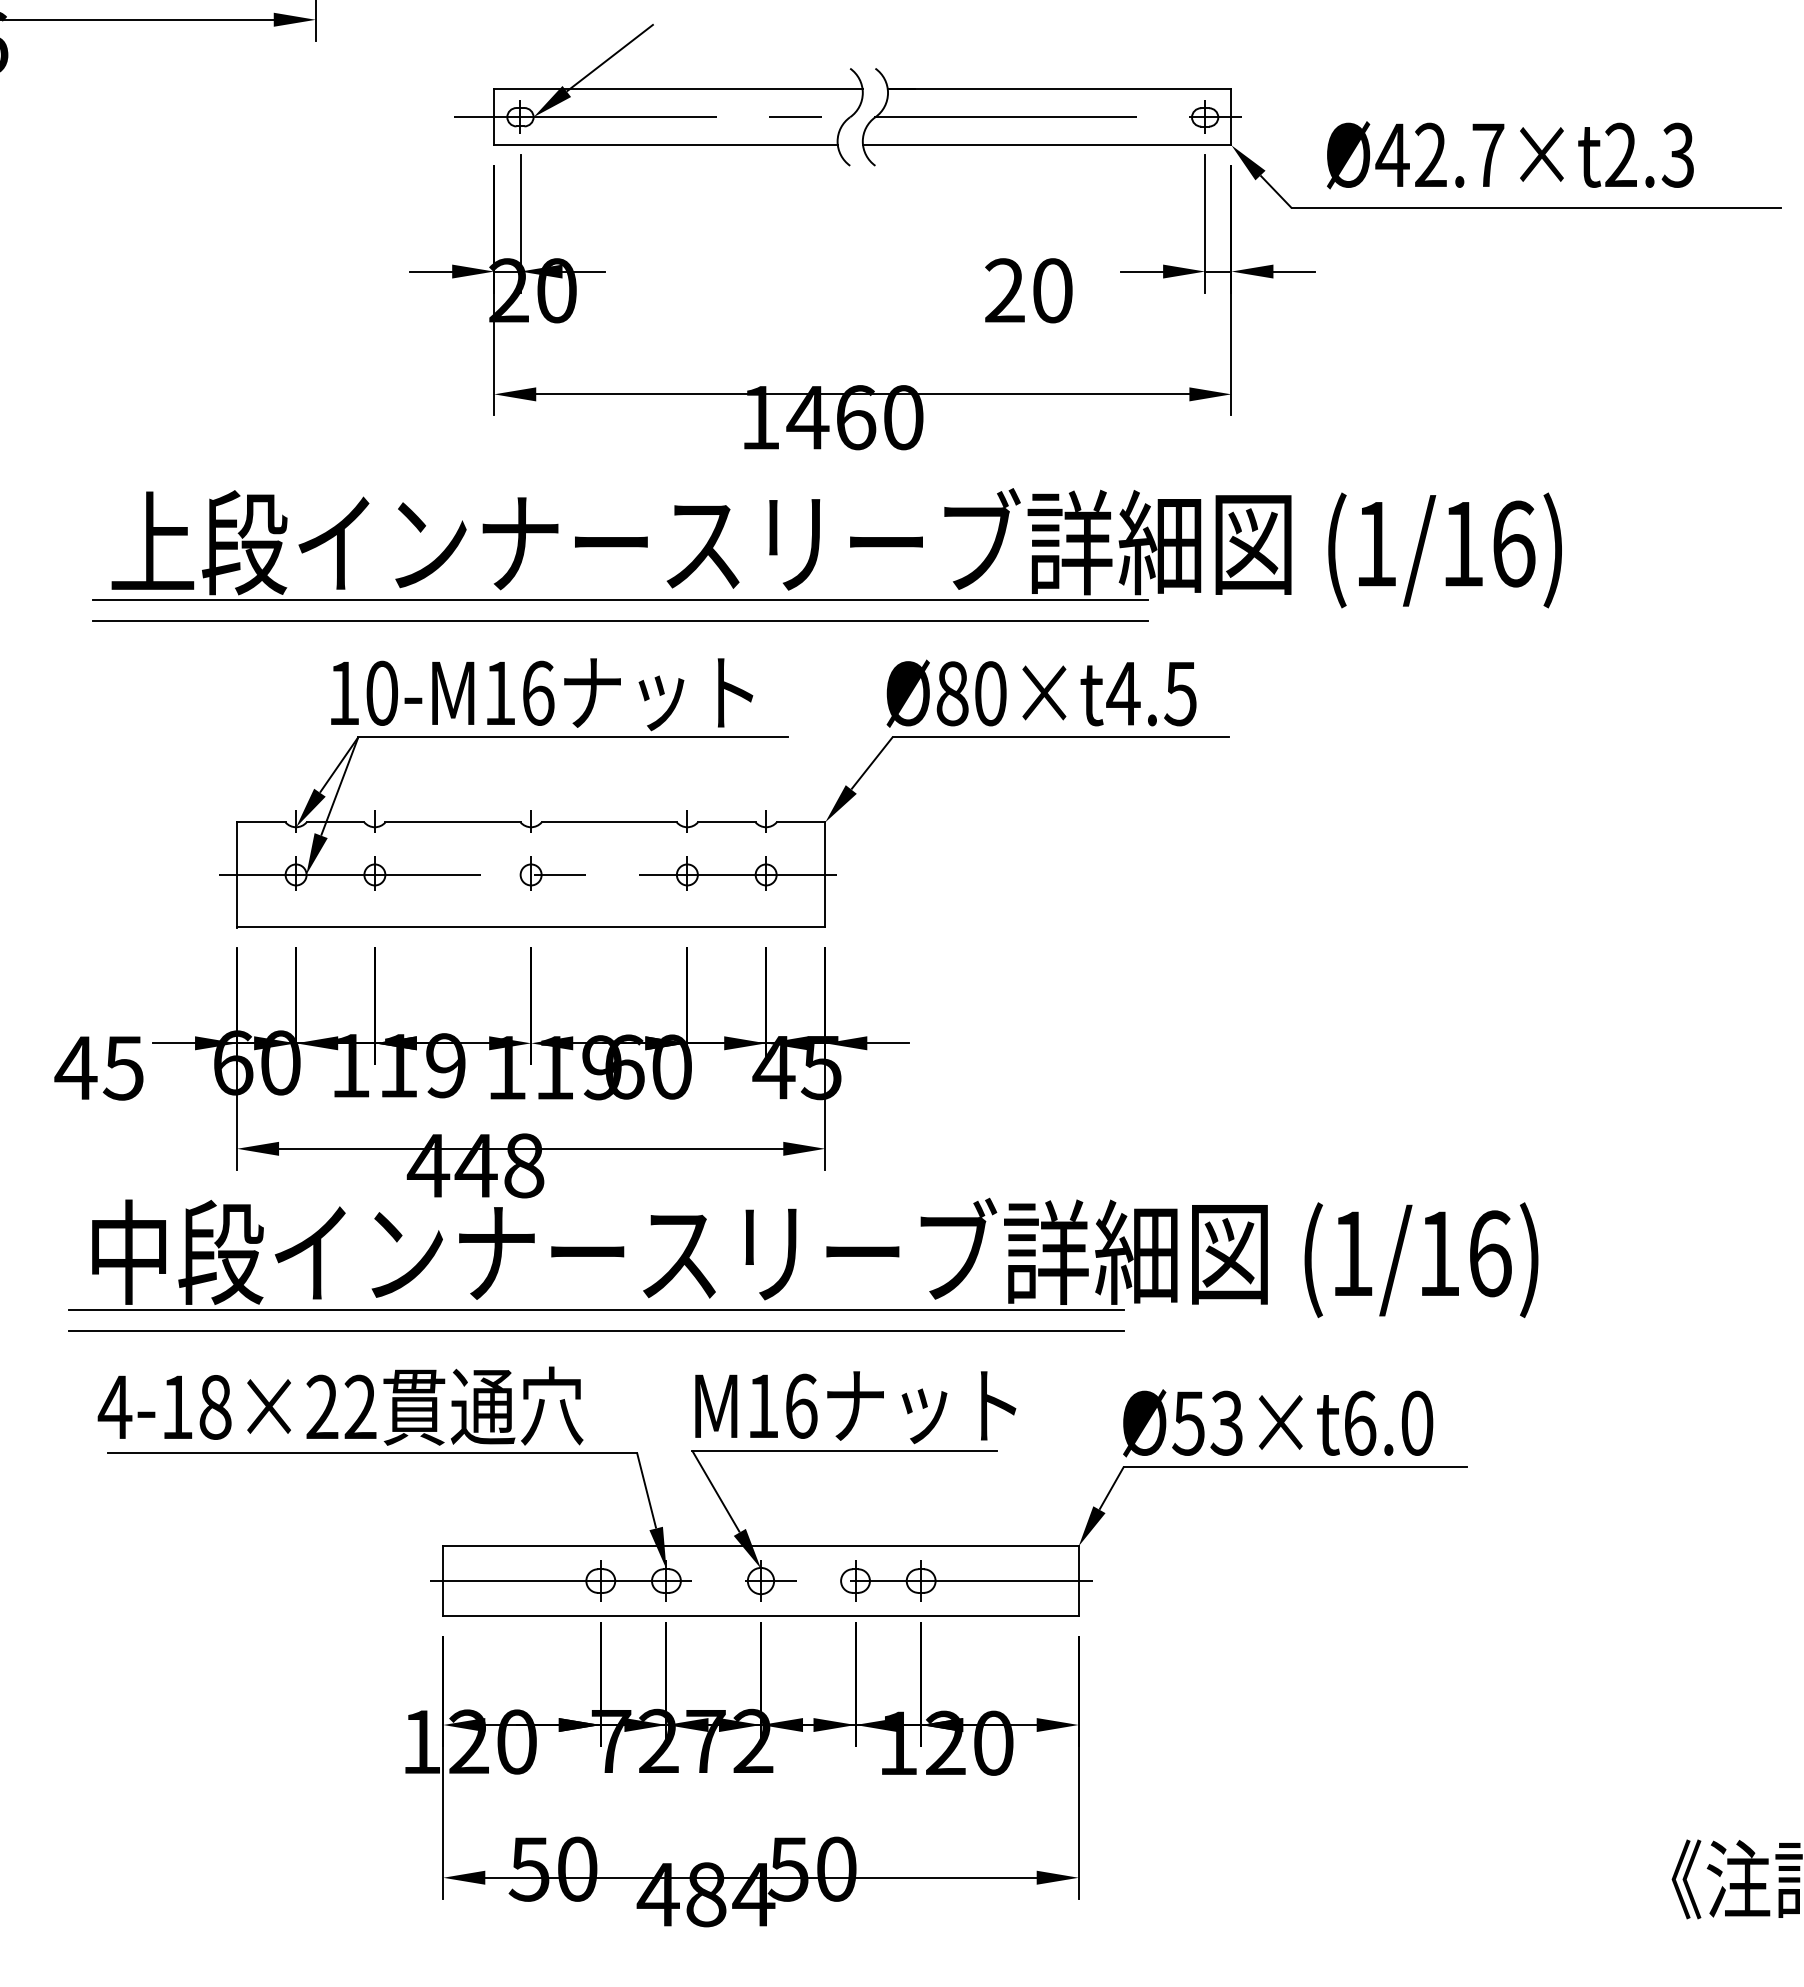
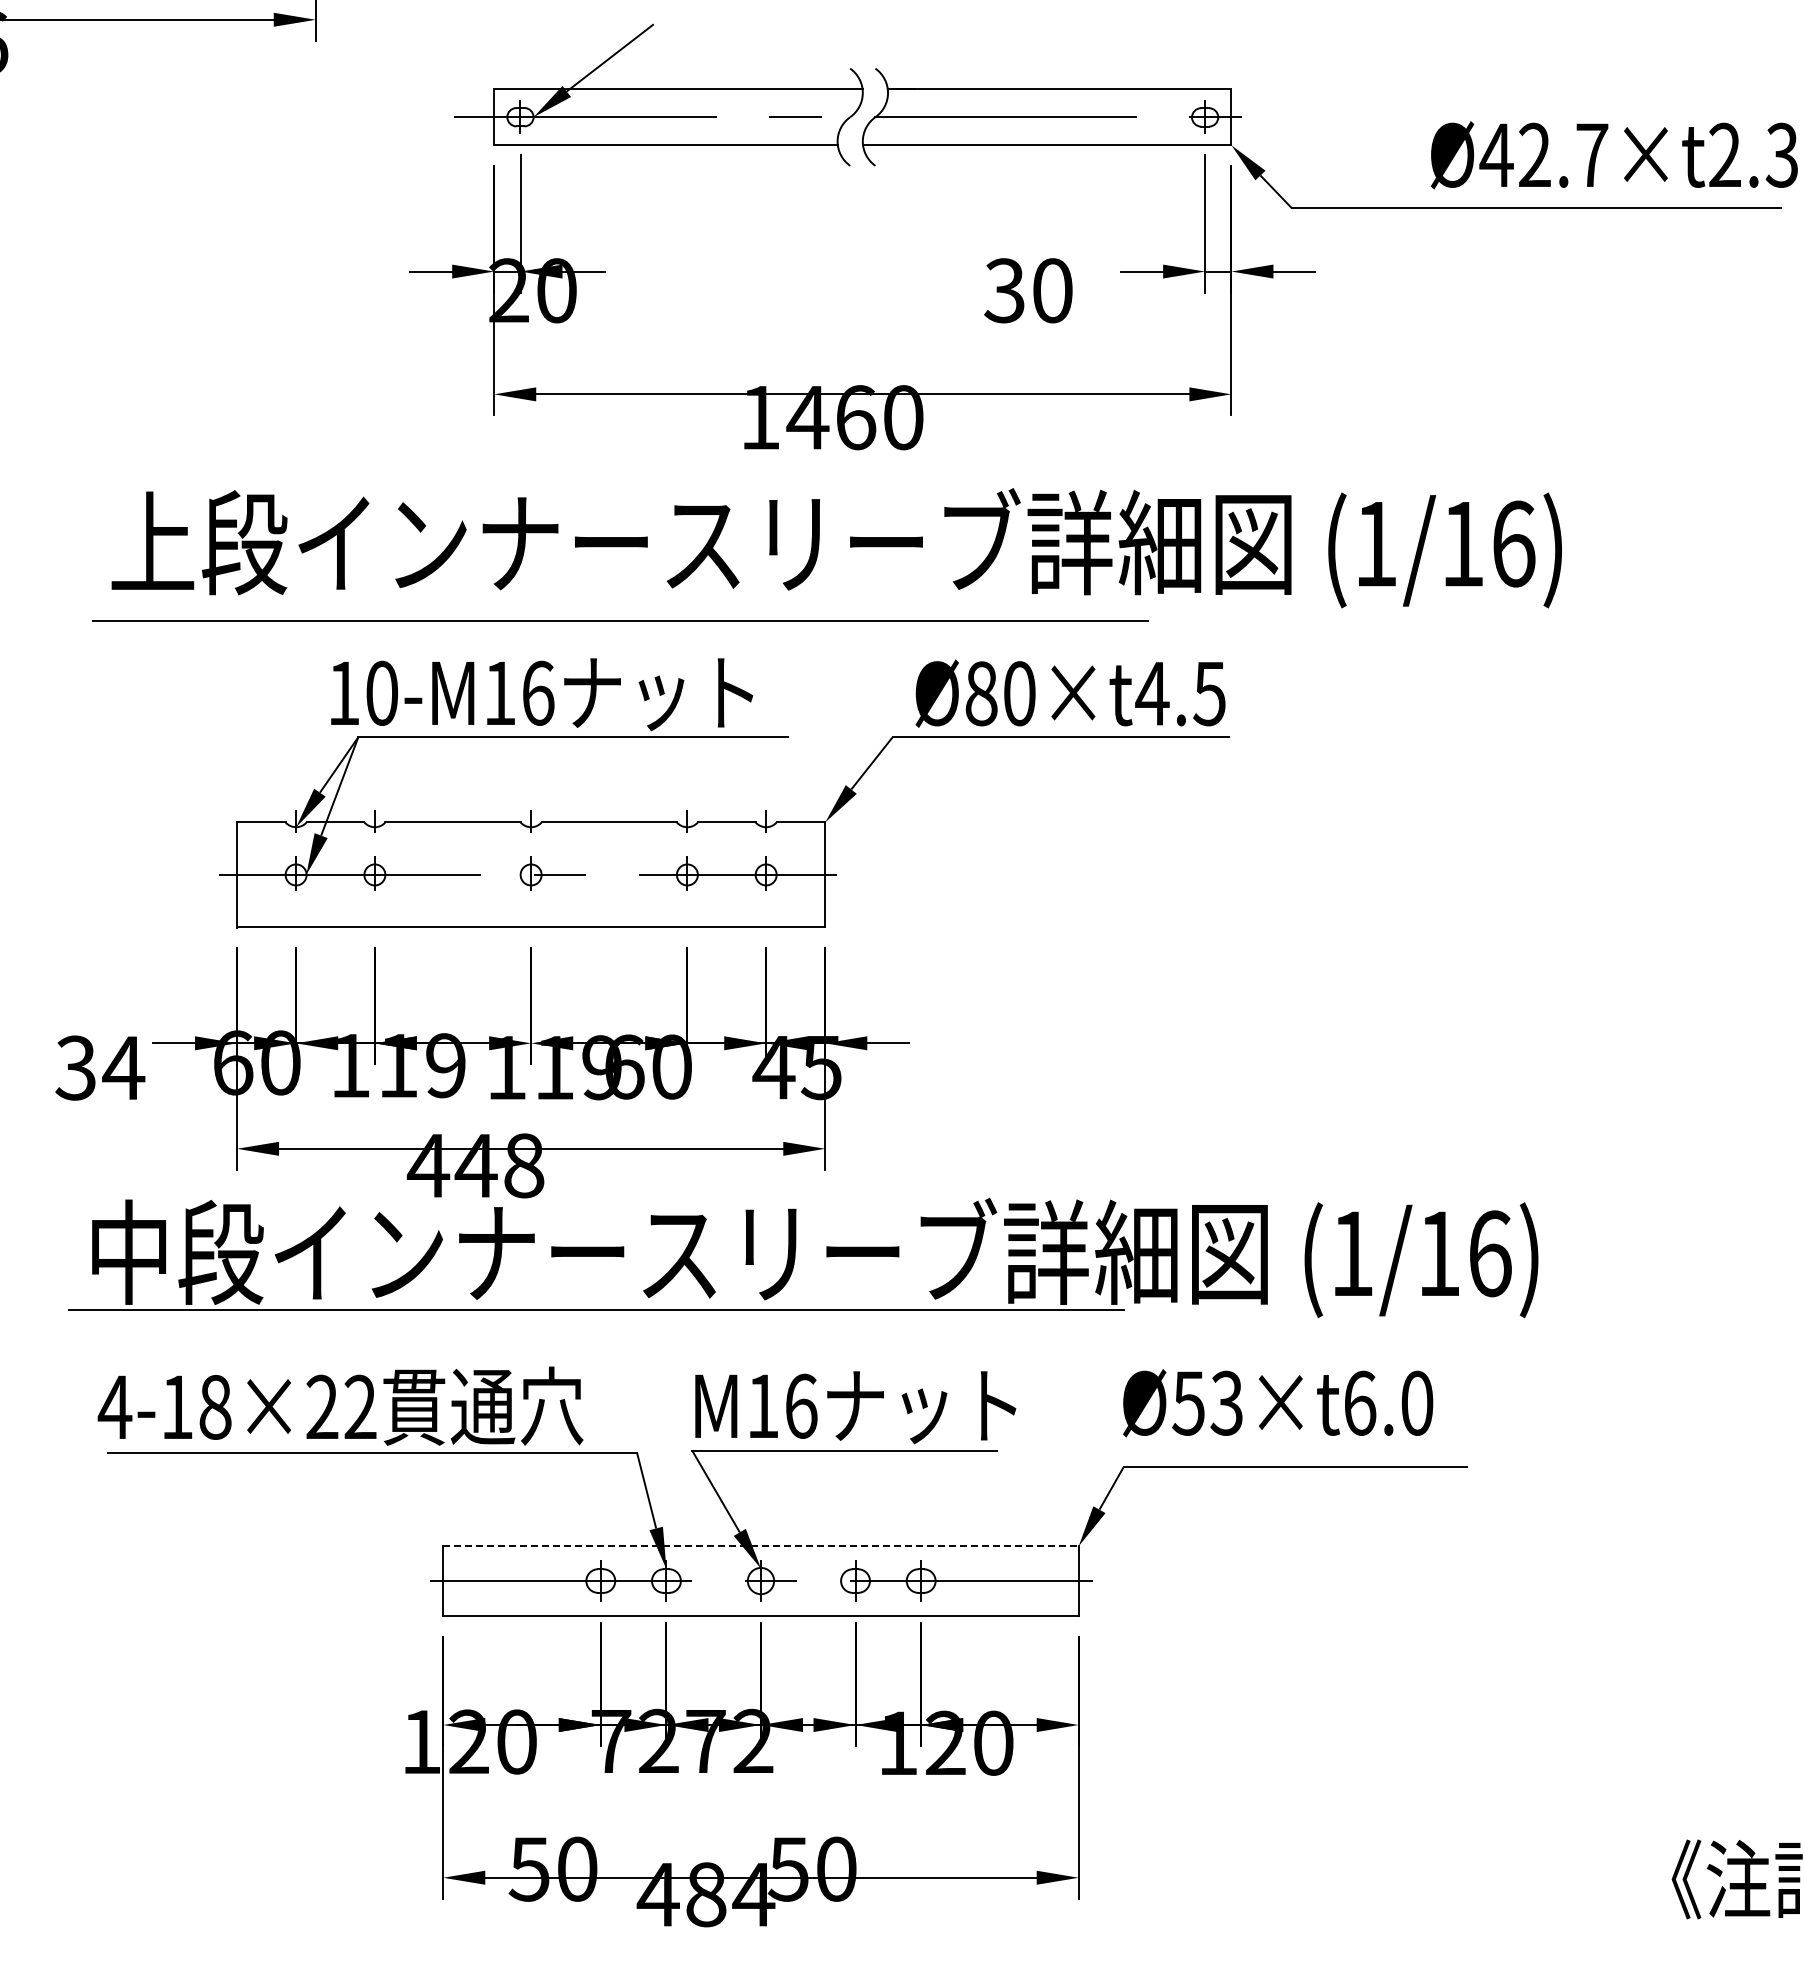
text at (1510, 155) position: (1510, 155) -> (1614, 155)
text at (1004, 290): 20 -> 30
line at (619, 600): present -> none
text at (1041, 693) position: (1041, 693) -> (1070, 693)
text at (99, 1067): 45 -> 34
line at (595, 1330): present -> none
text at (1278, 1423) position: (1278, 1423) -> (1278, 1403)
line at (760, 1546): solid -> dashed
